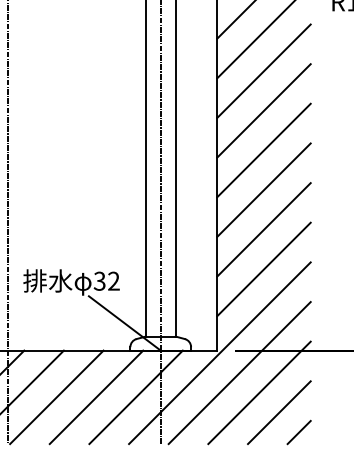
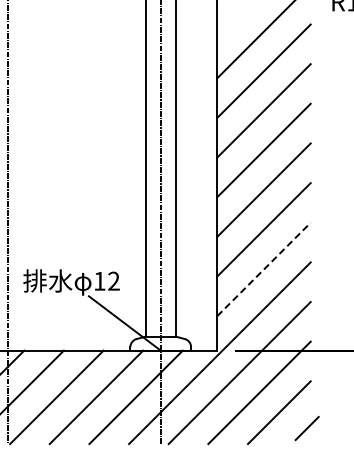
line at (235, 20): present -> none
line at (264, 269): solid -> dashed
text at (99, 280): 32 -> 12
line at (298, 432) position: (298, 432) -> (306, 428)
